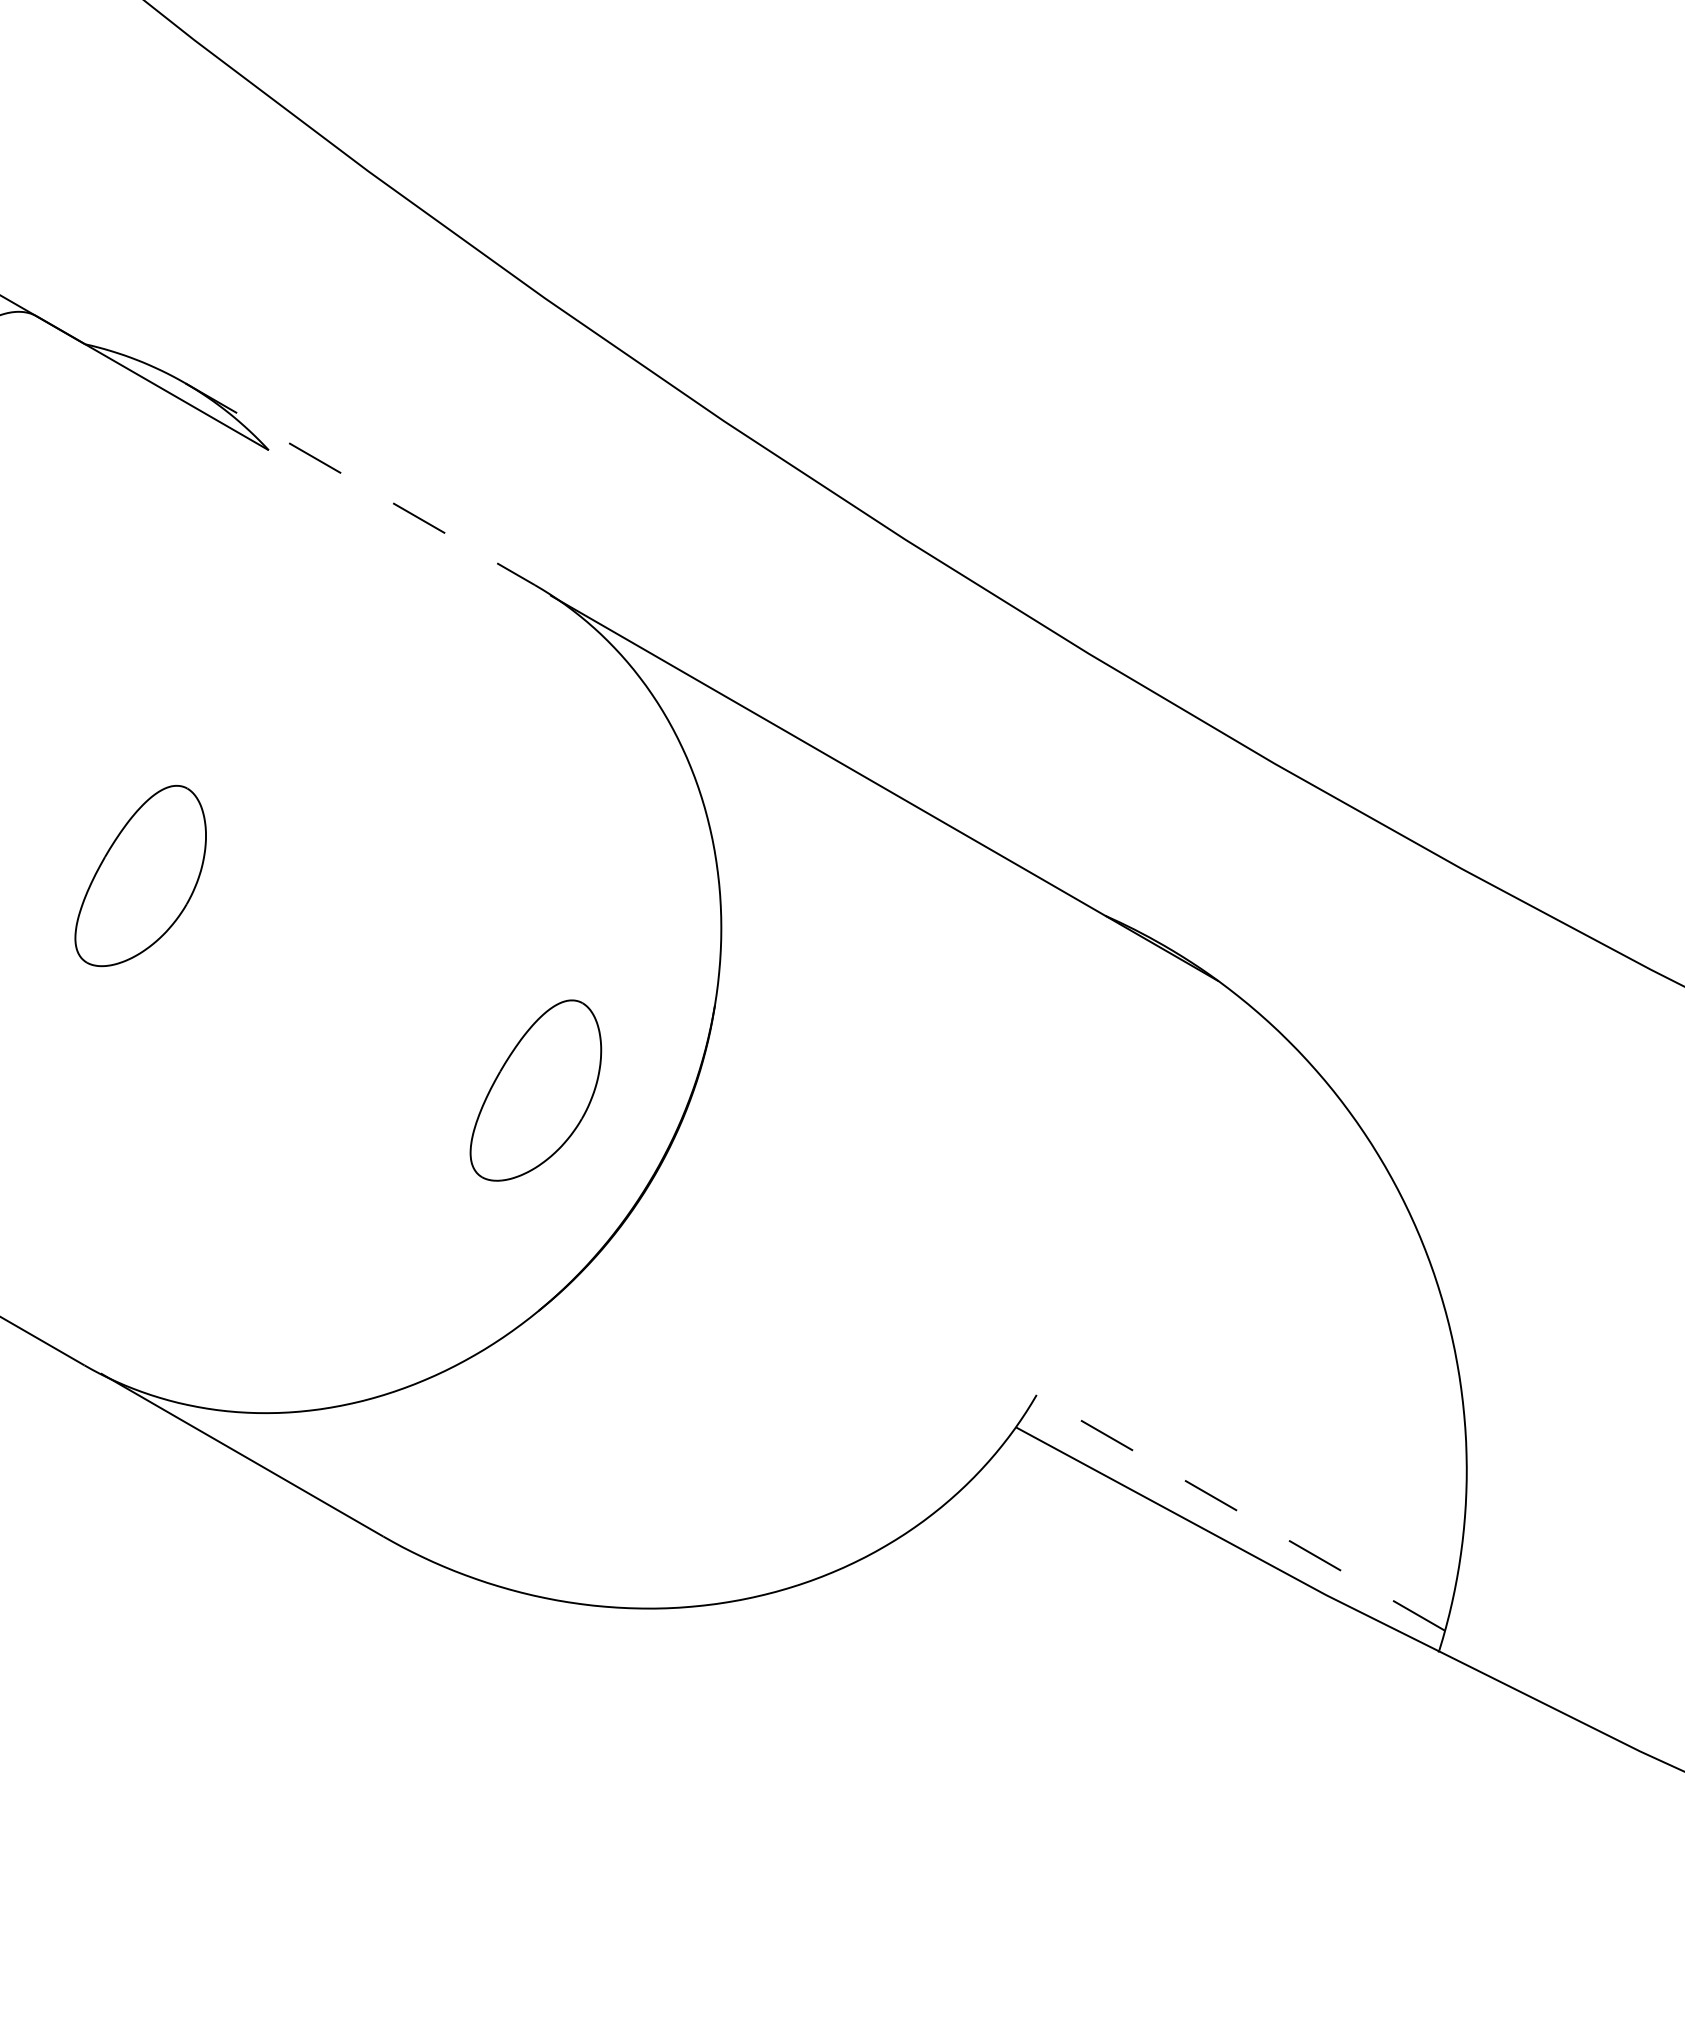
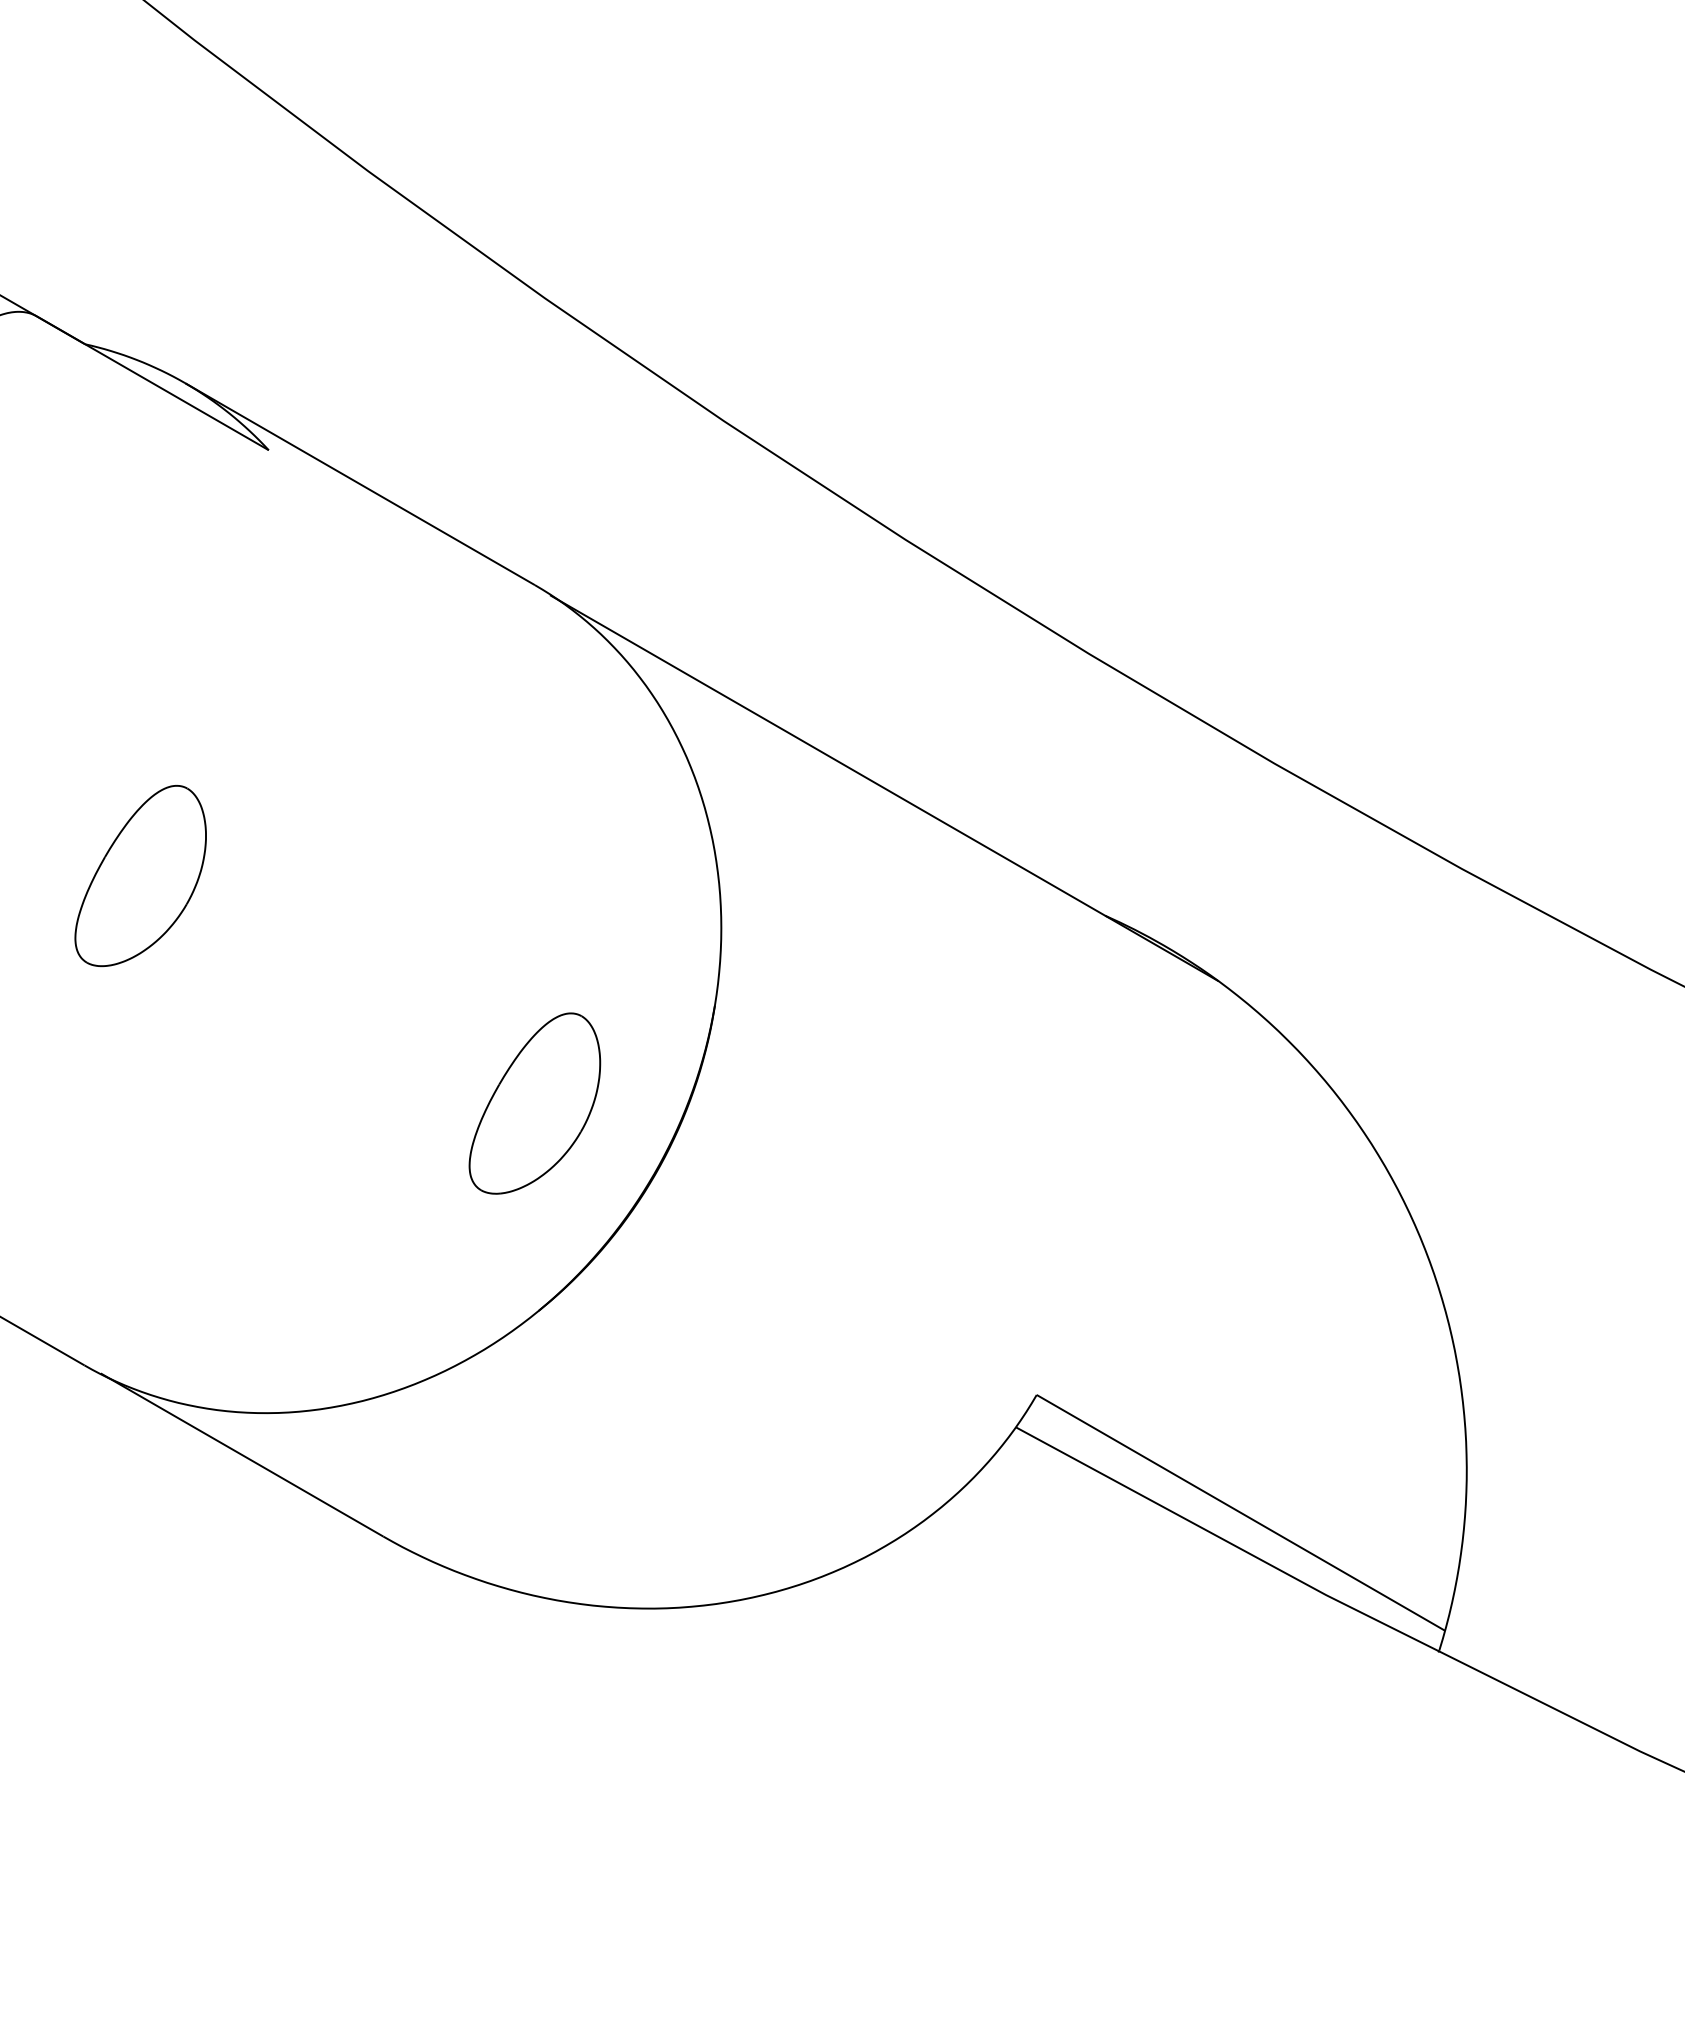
line at (360, 484): dashed -> solid
part at (535, 1090) position: (535, 1090) -> (534, 1103)
line at (1240, 1512): dashed -> solid
